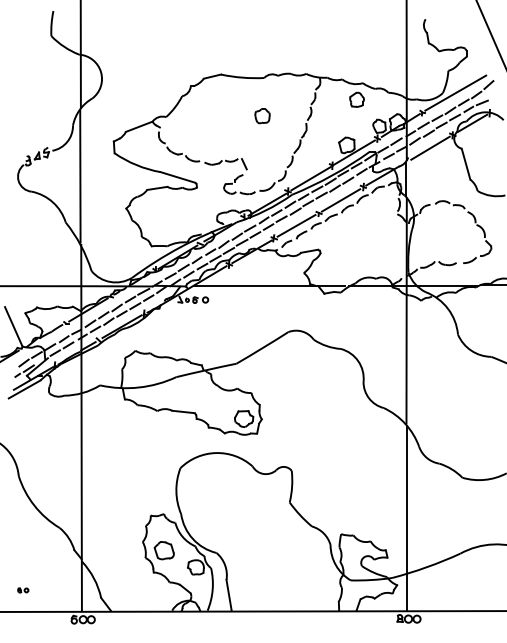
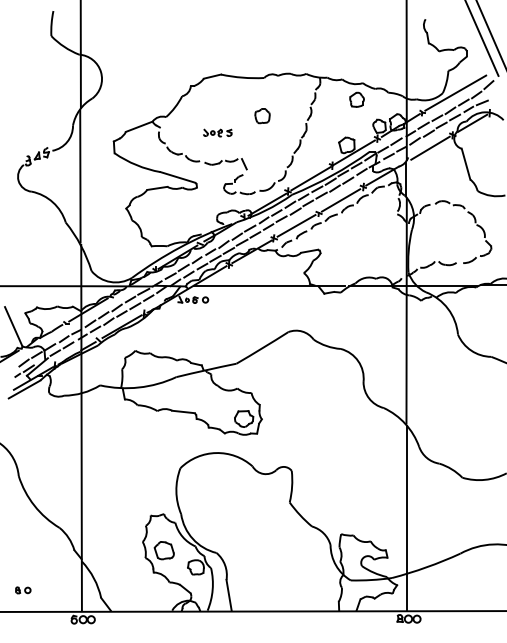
line at (482, 38): none -> present
part at (217, 132): none -> present
part at (23, 590) size: 13x7 px -> 17x9 px
